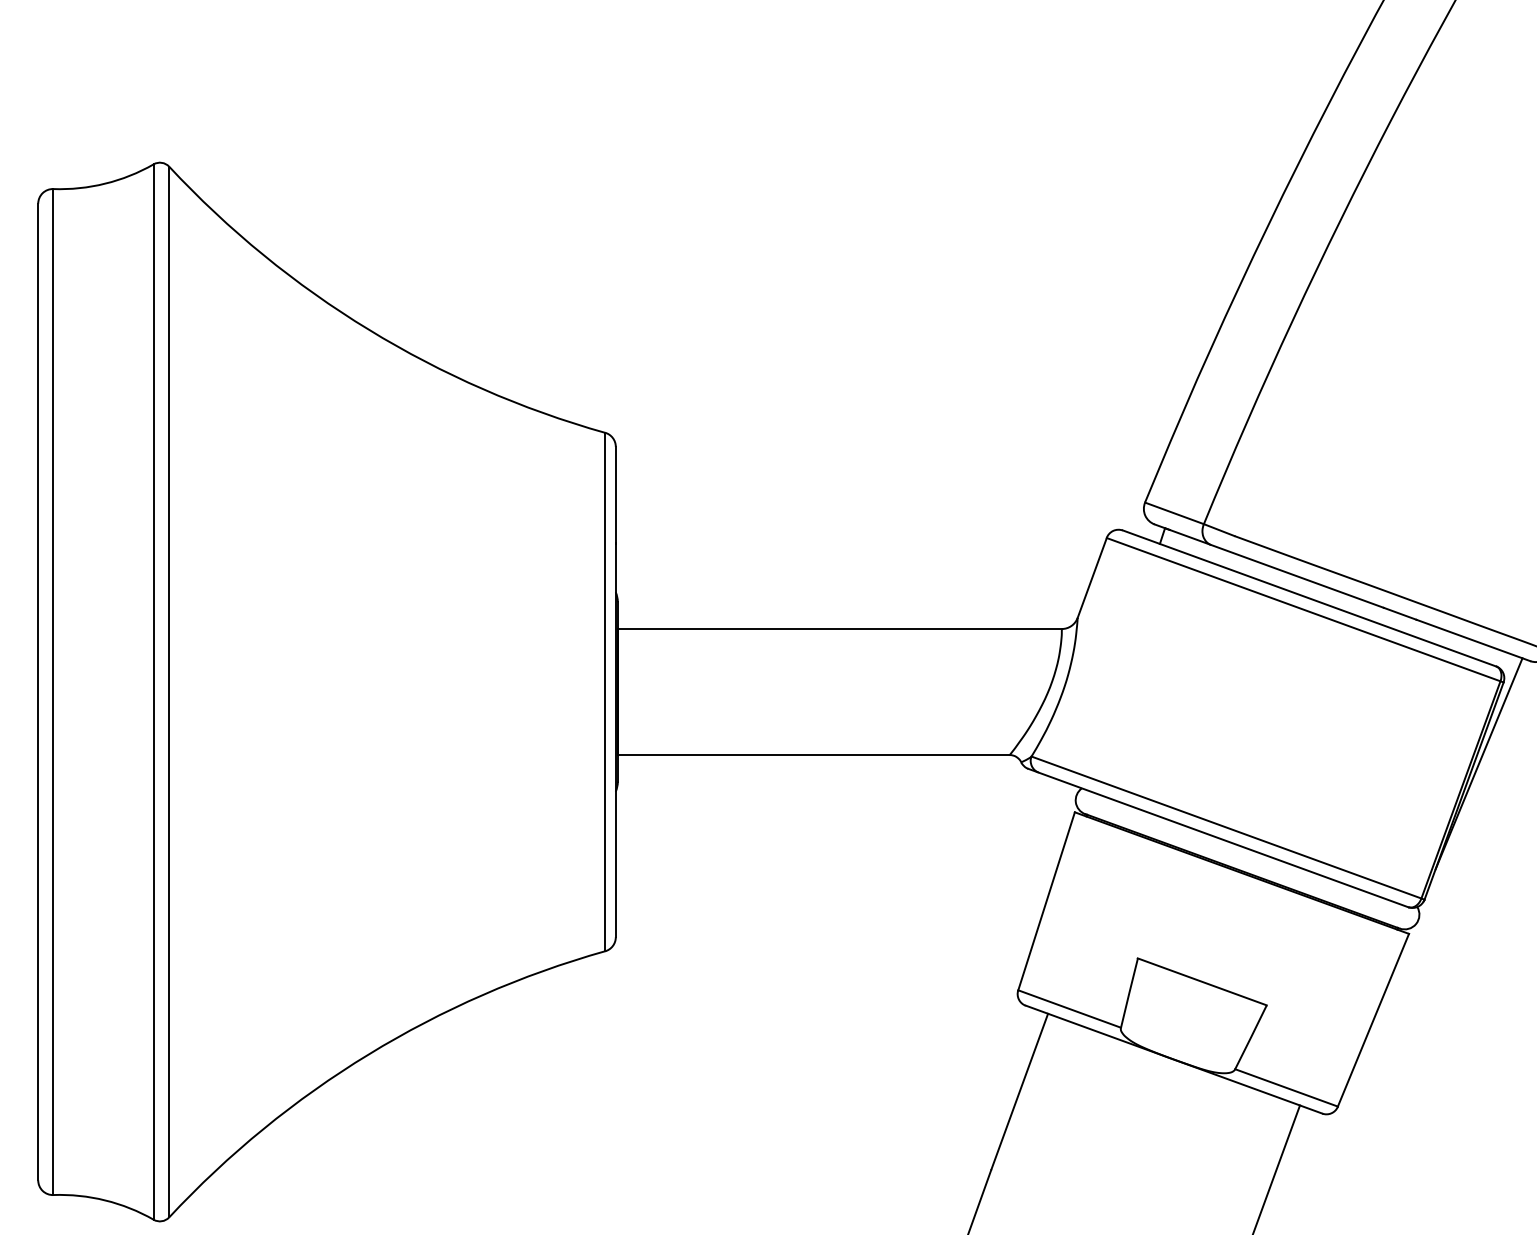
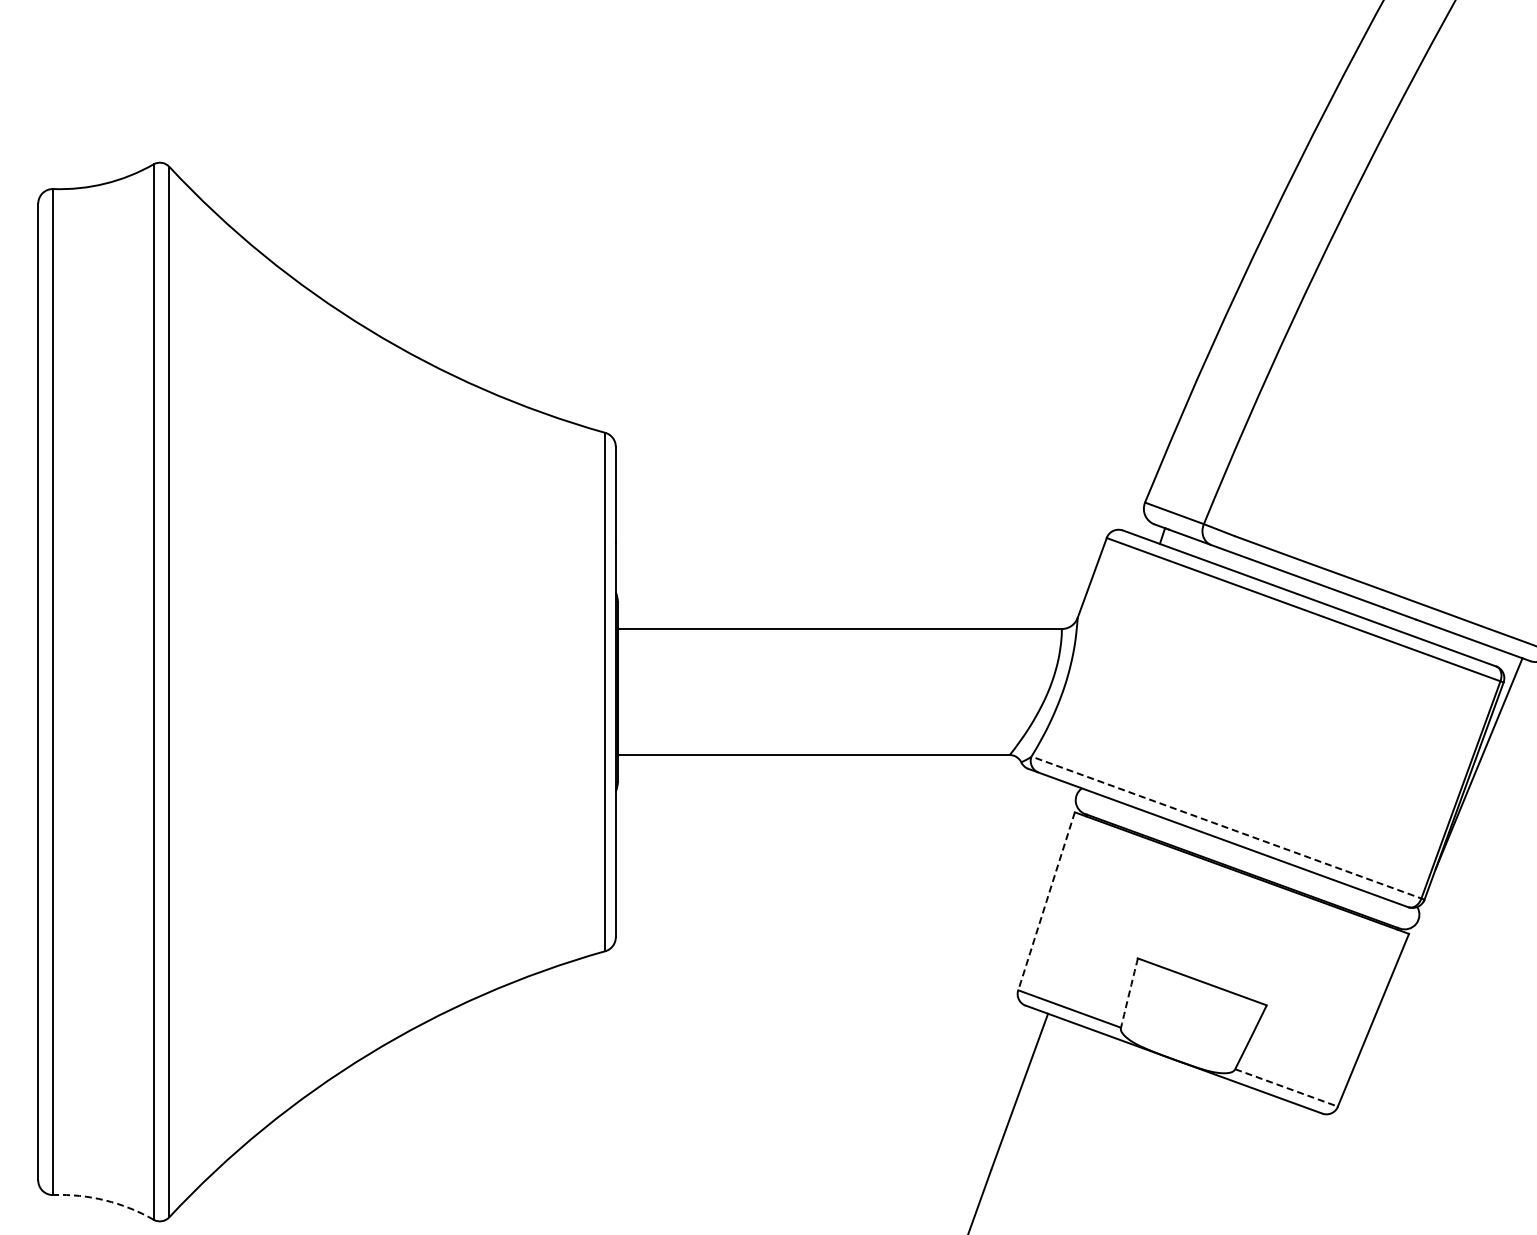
line at (1227, 827): solid -> dashed
line at (1046, 901): solid -> dashed
arc at (1129, 993): solid -> dashed
line at (1286, 1087): solid -> dashed
line at (1276, 1168): present -> none
arc at (105, 1200): solid -> dashed
